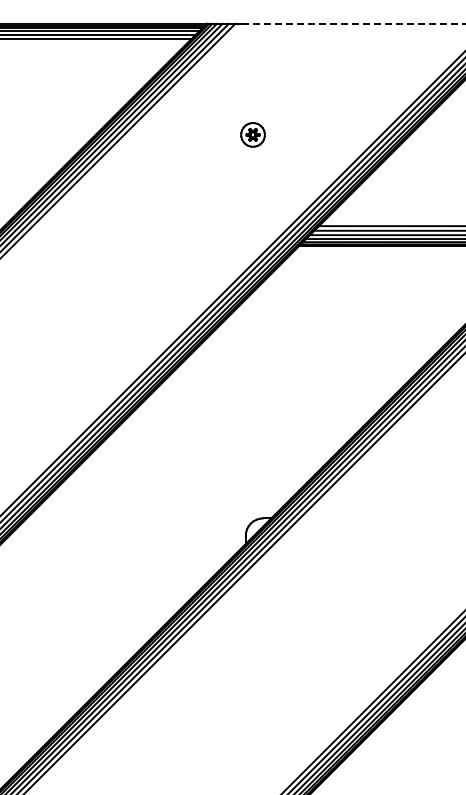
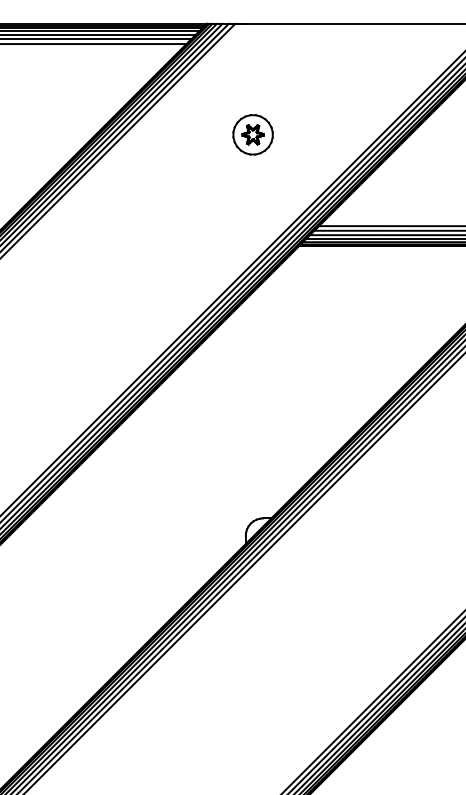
line at (353, 23): dashed -> solid
line at (94, 44): none -> present
part at (252, 134) size: 26x26 px -> 42x42 px
